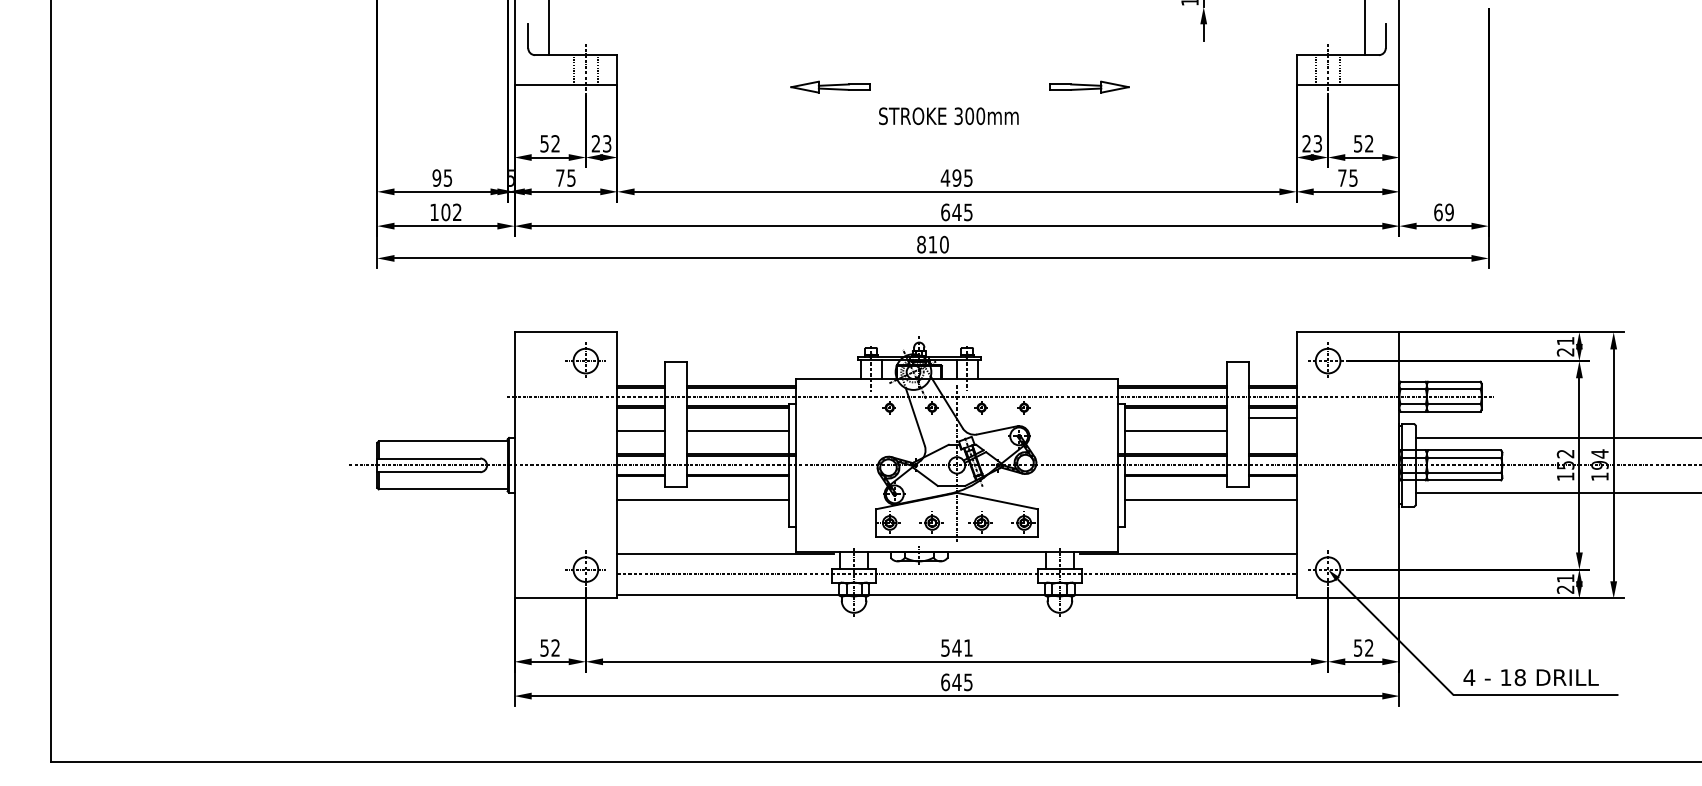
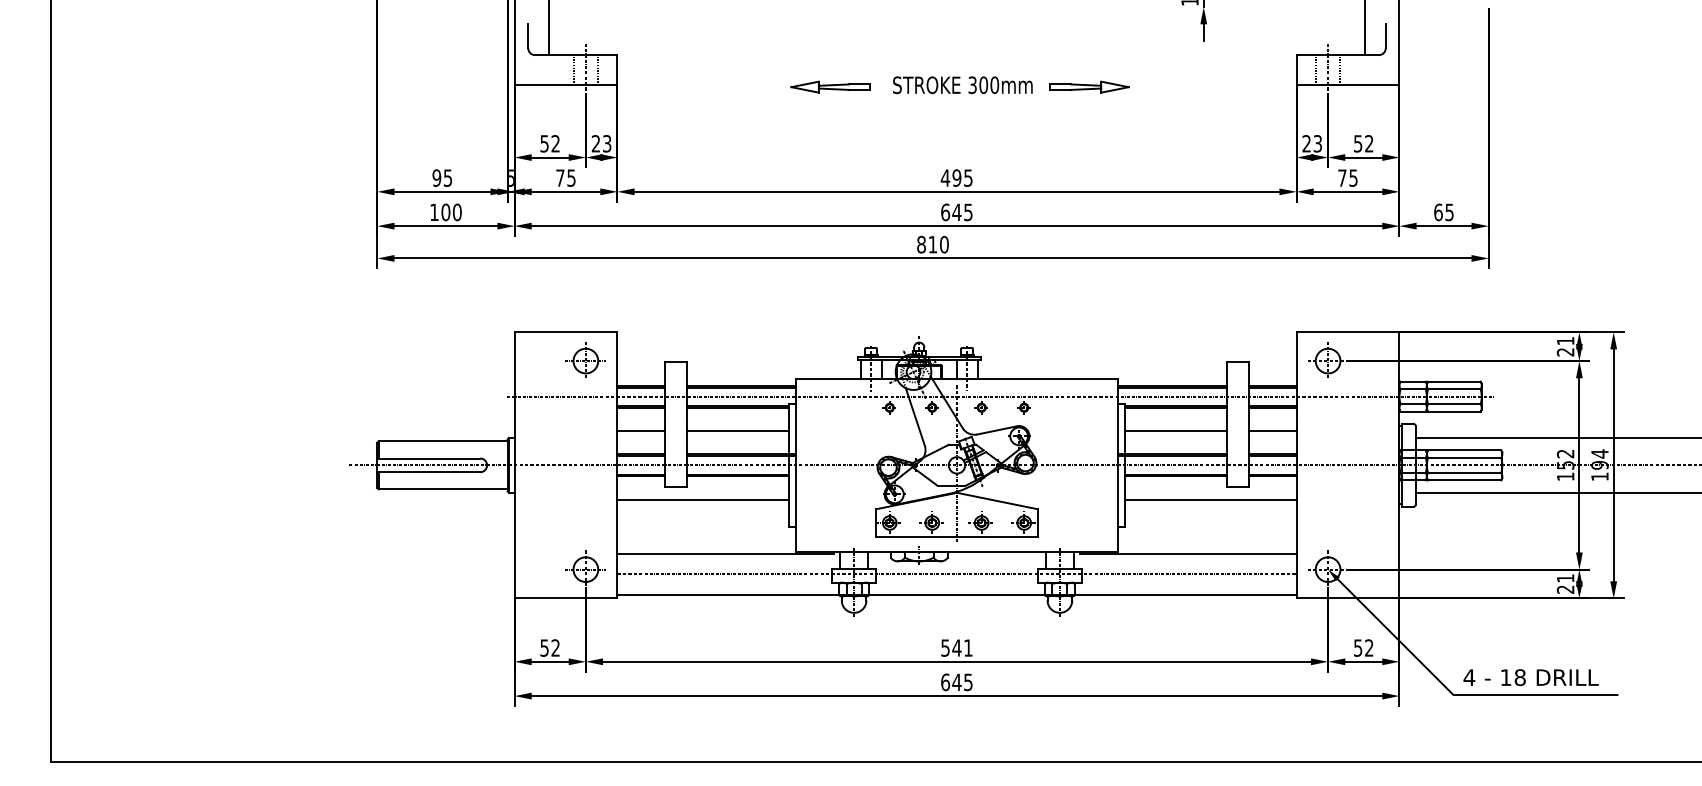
text at (948, 116) position: (948, 116) -> (962, 85)
text at (1449, 211): 69 -> 65
text at (456, 212): 102 -> 100
line at (1272, 418) position: (1272, 418) -> (1272, 431)
